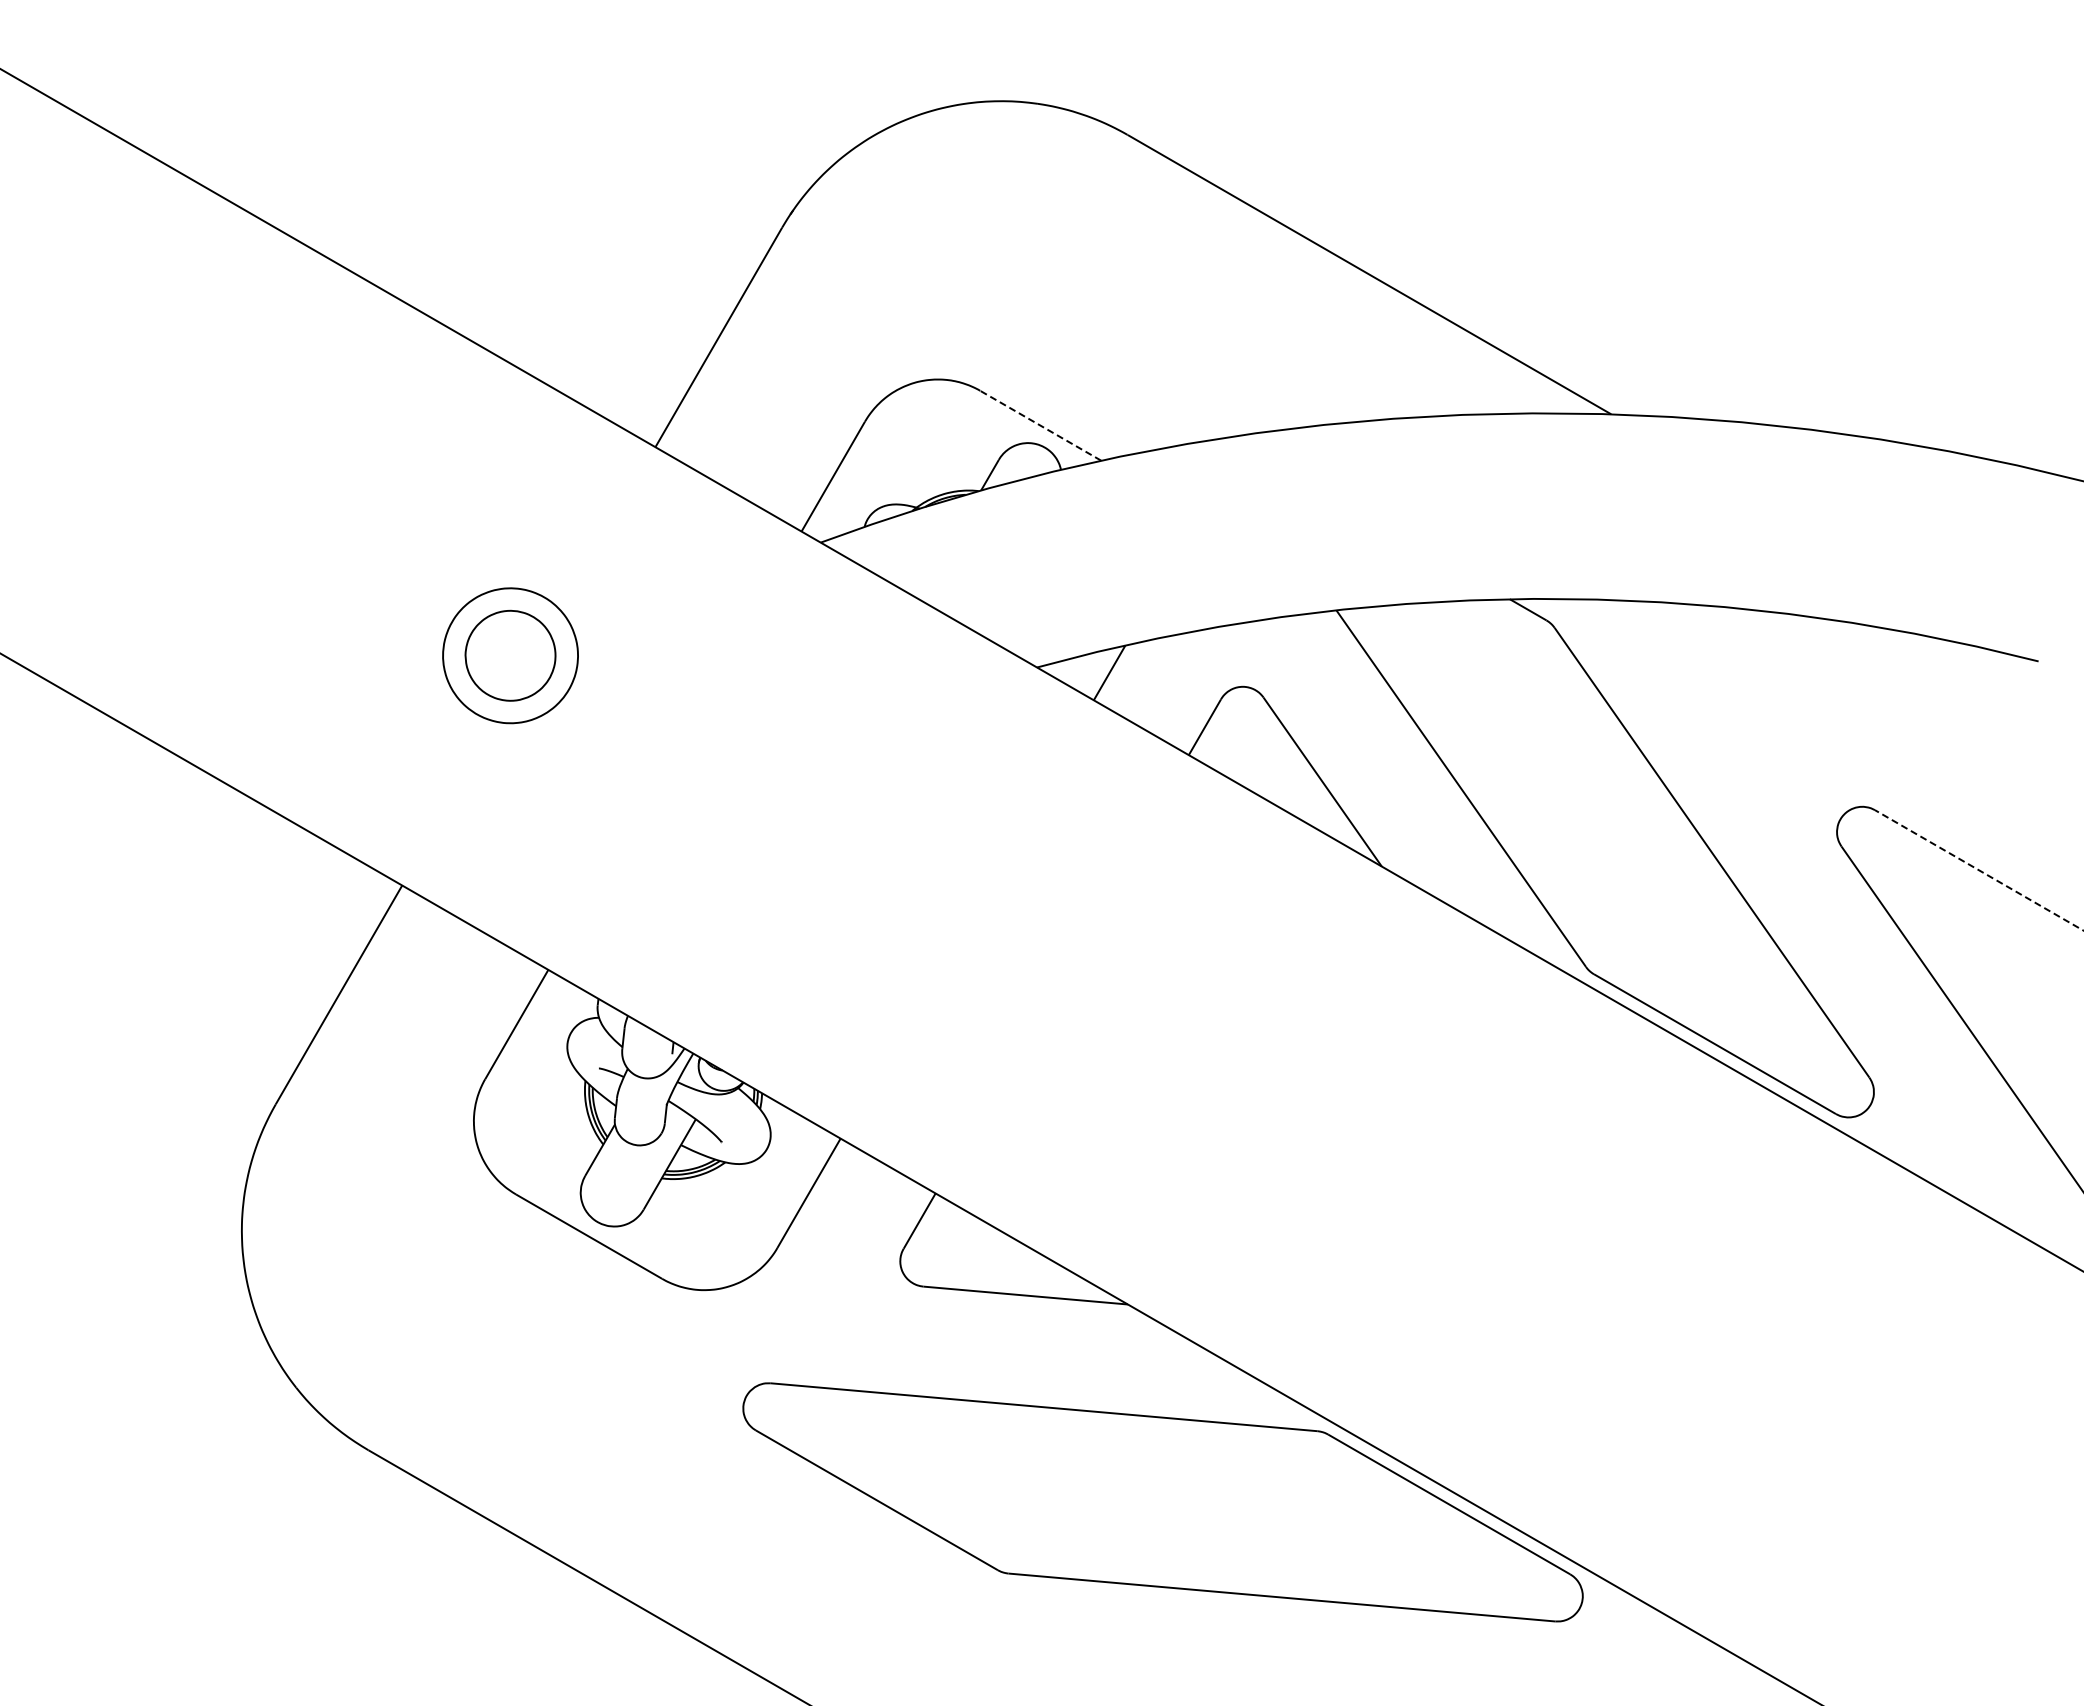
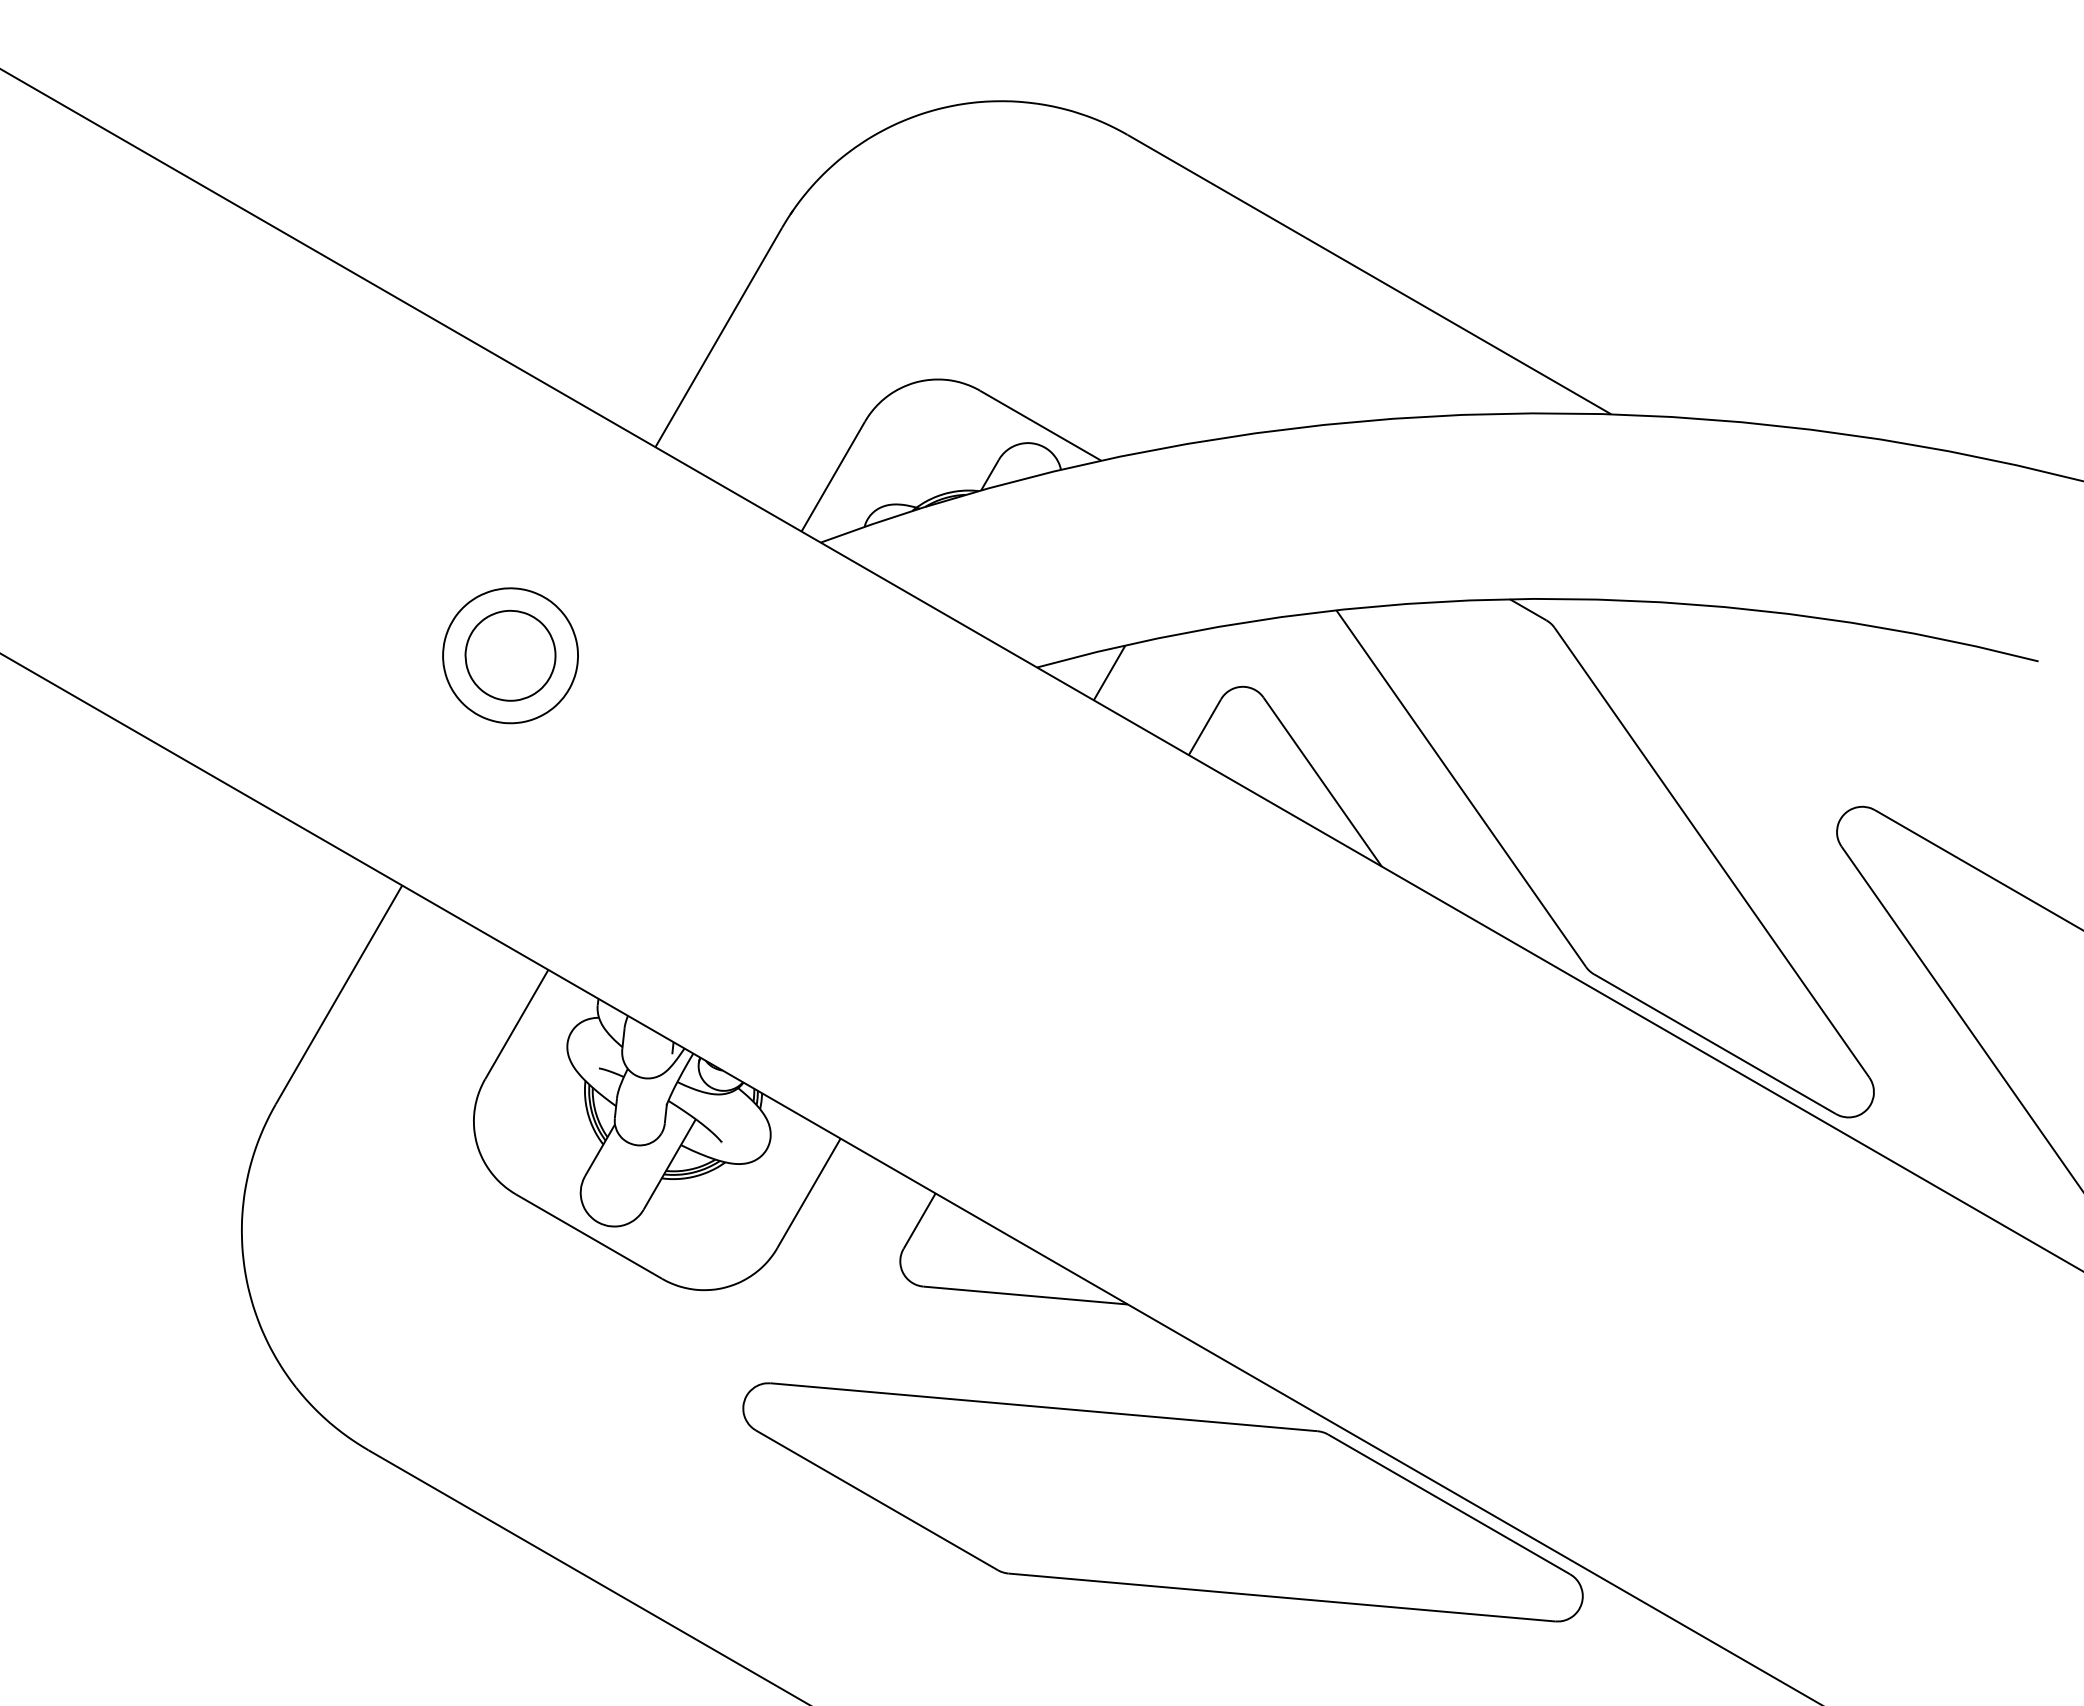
line at (1040, 425): dashed -> solid
line at (1978, 870): dashed -> solid
